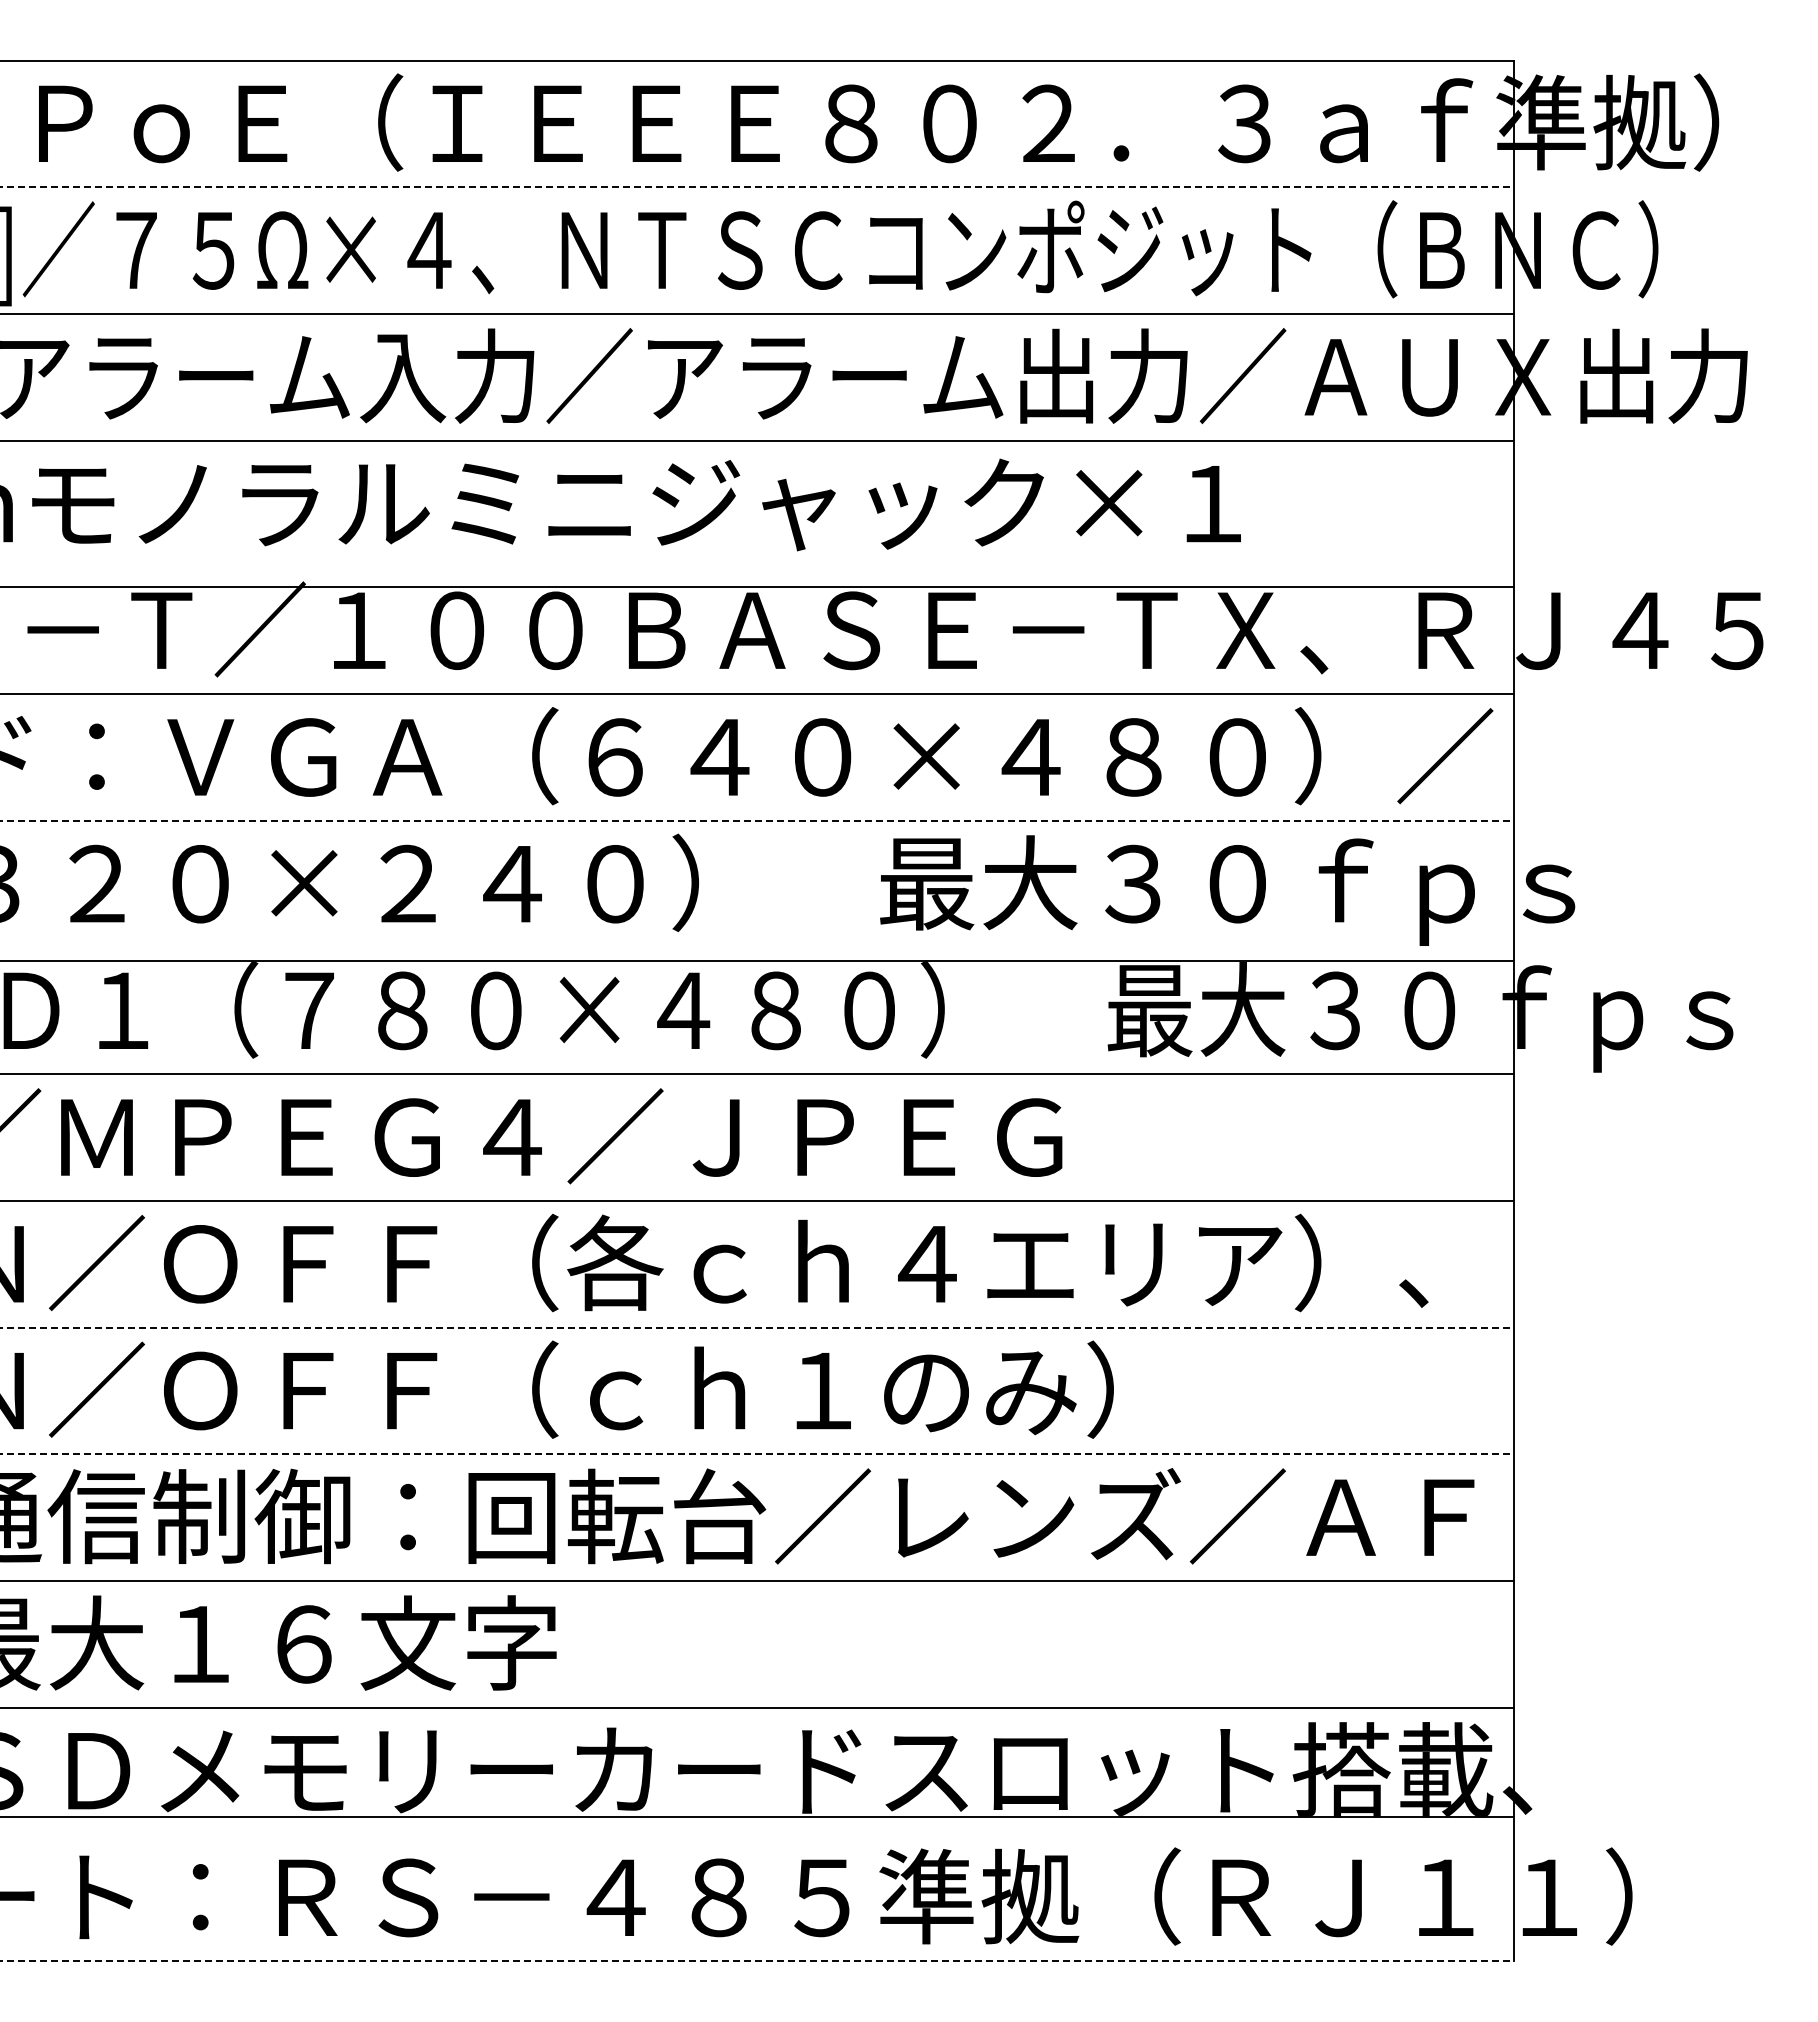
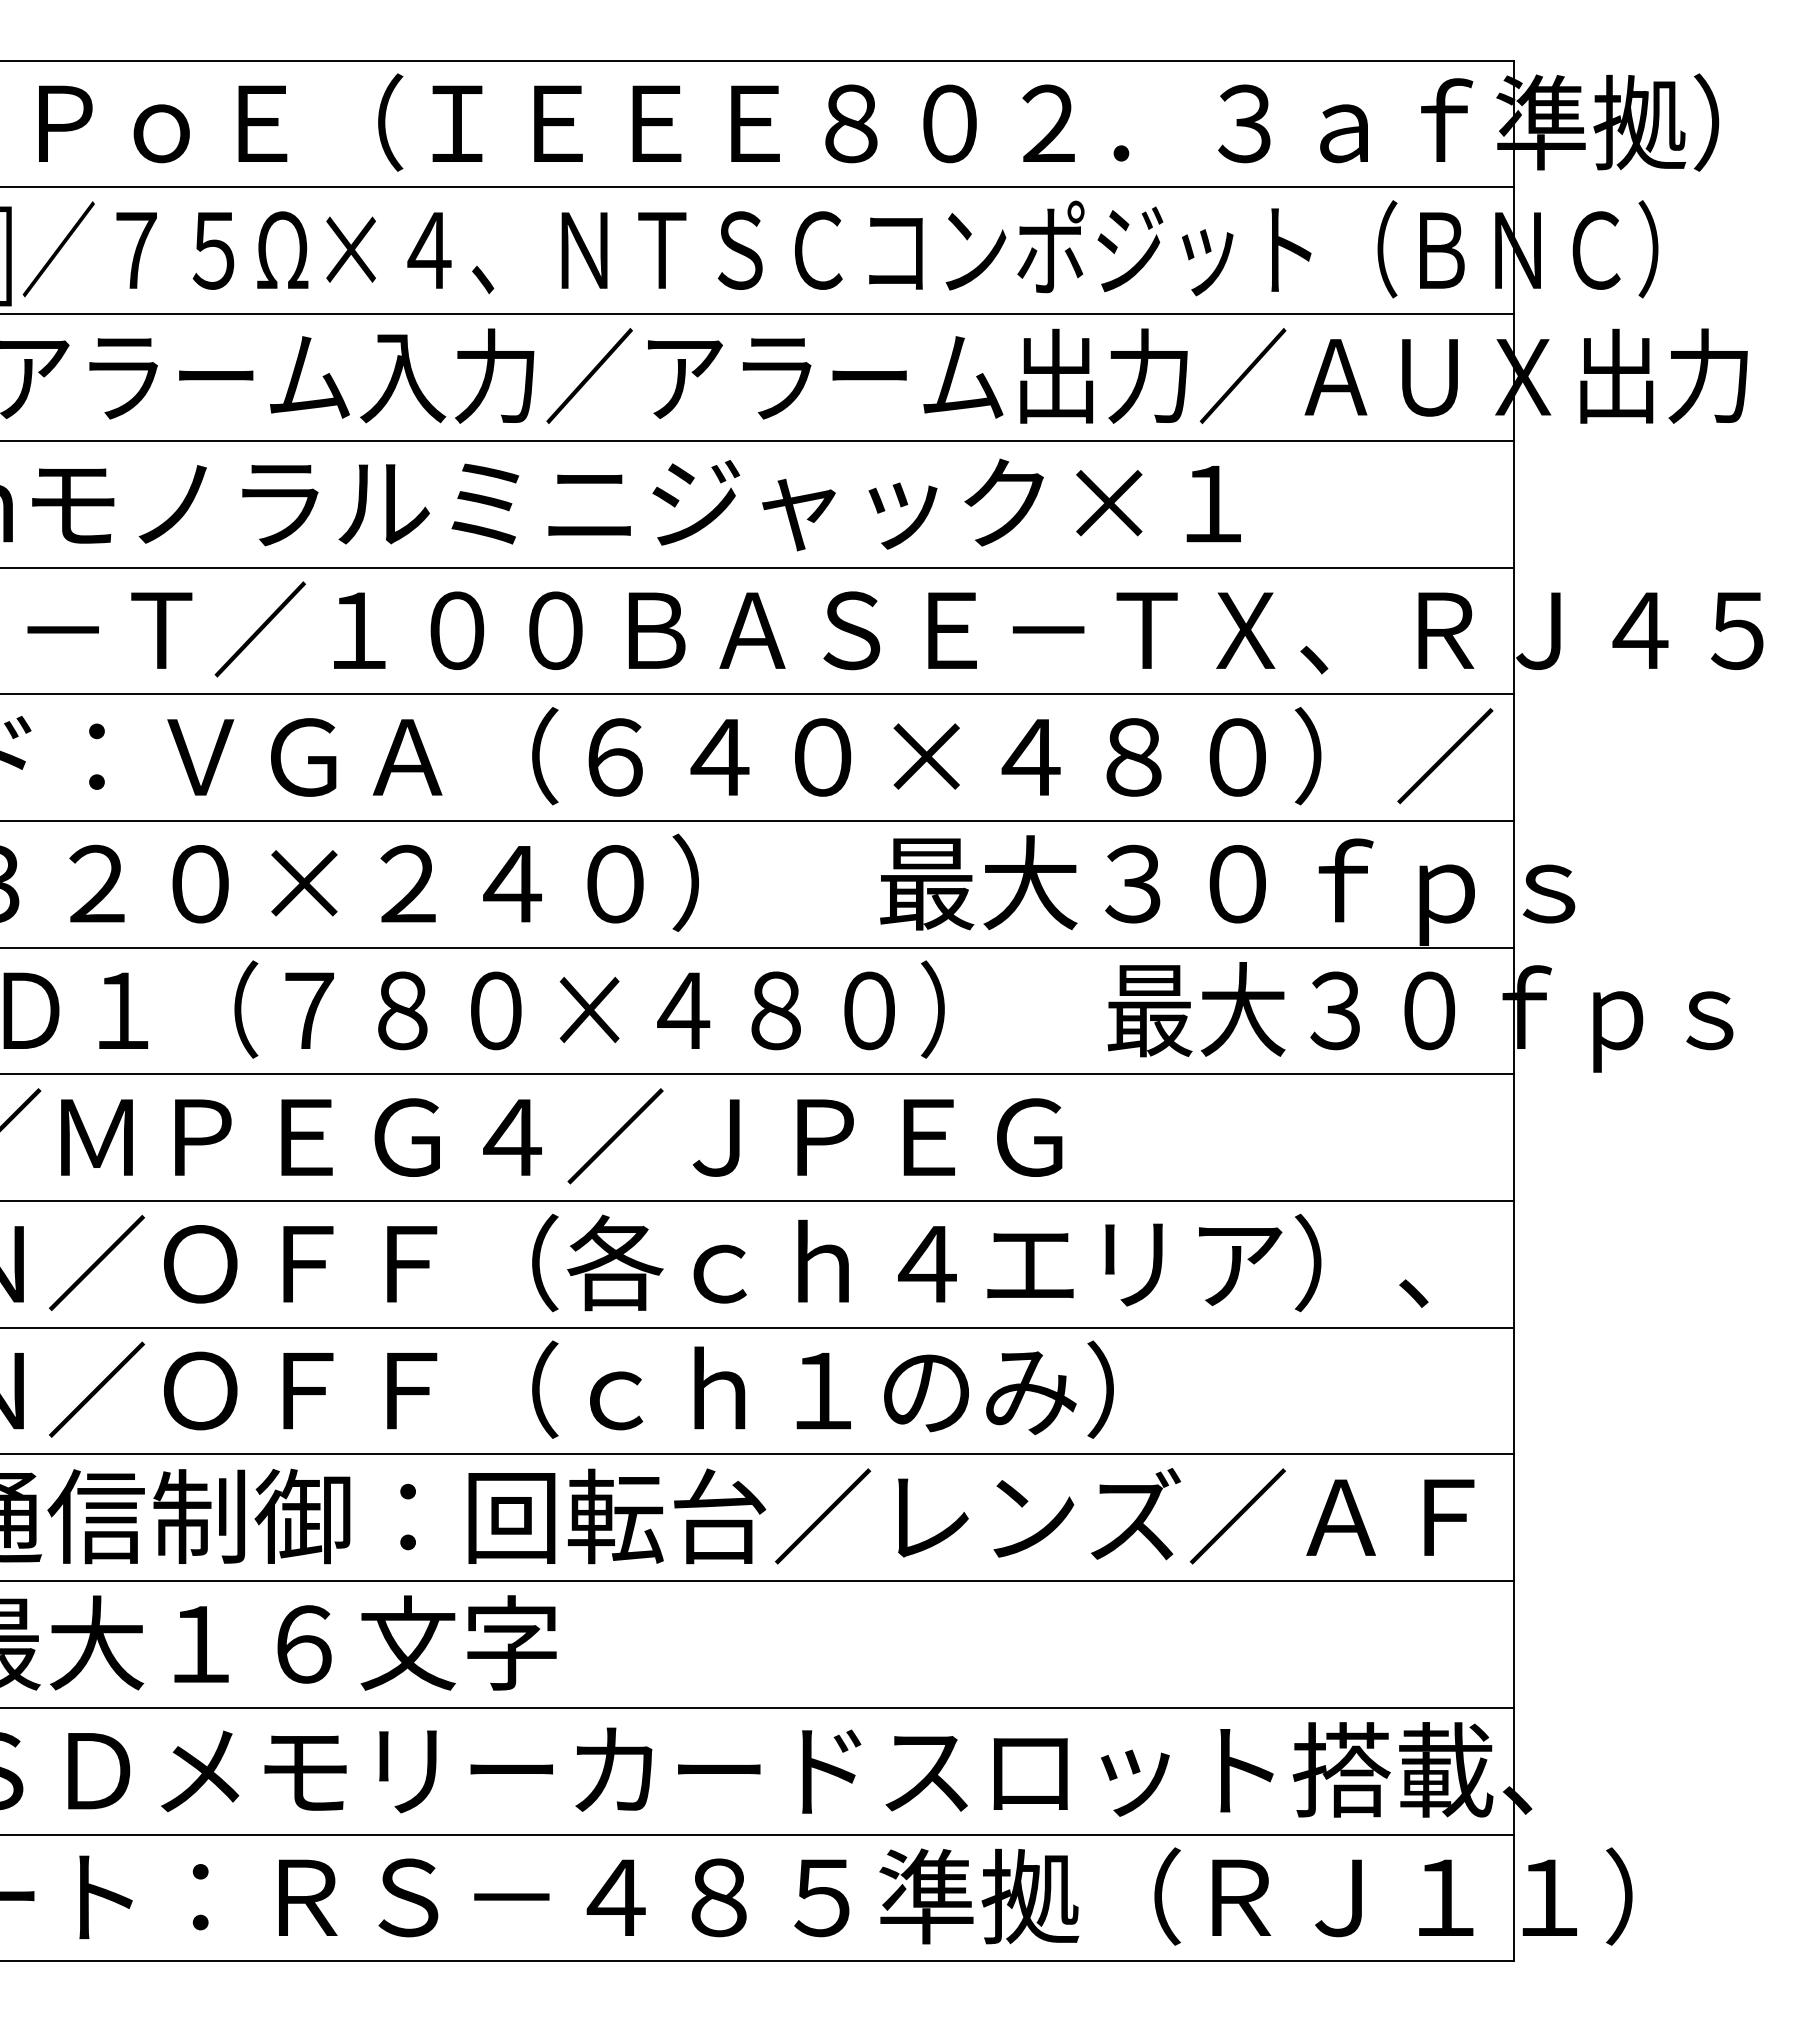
line at (757, 187): dashed -> solid
line at (757, 586) position: (757, 586) -> (757, 567)
line at (757, 820): dashed -> solid
line at (757, 960) position: (757, 960) -> (757, 947)
line at (757, 1327): dashed -> solid
line at (757, 1454): dashed -> solid
line at (757, 1816) position: (757, 1816) -> (757, 1834)
line at (757, 1961): dashed -> solid
